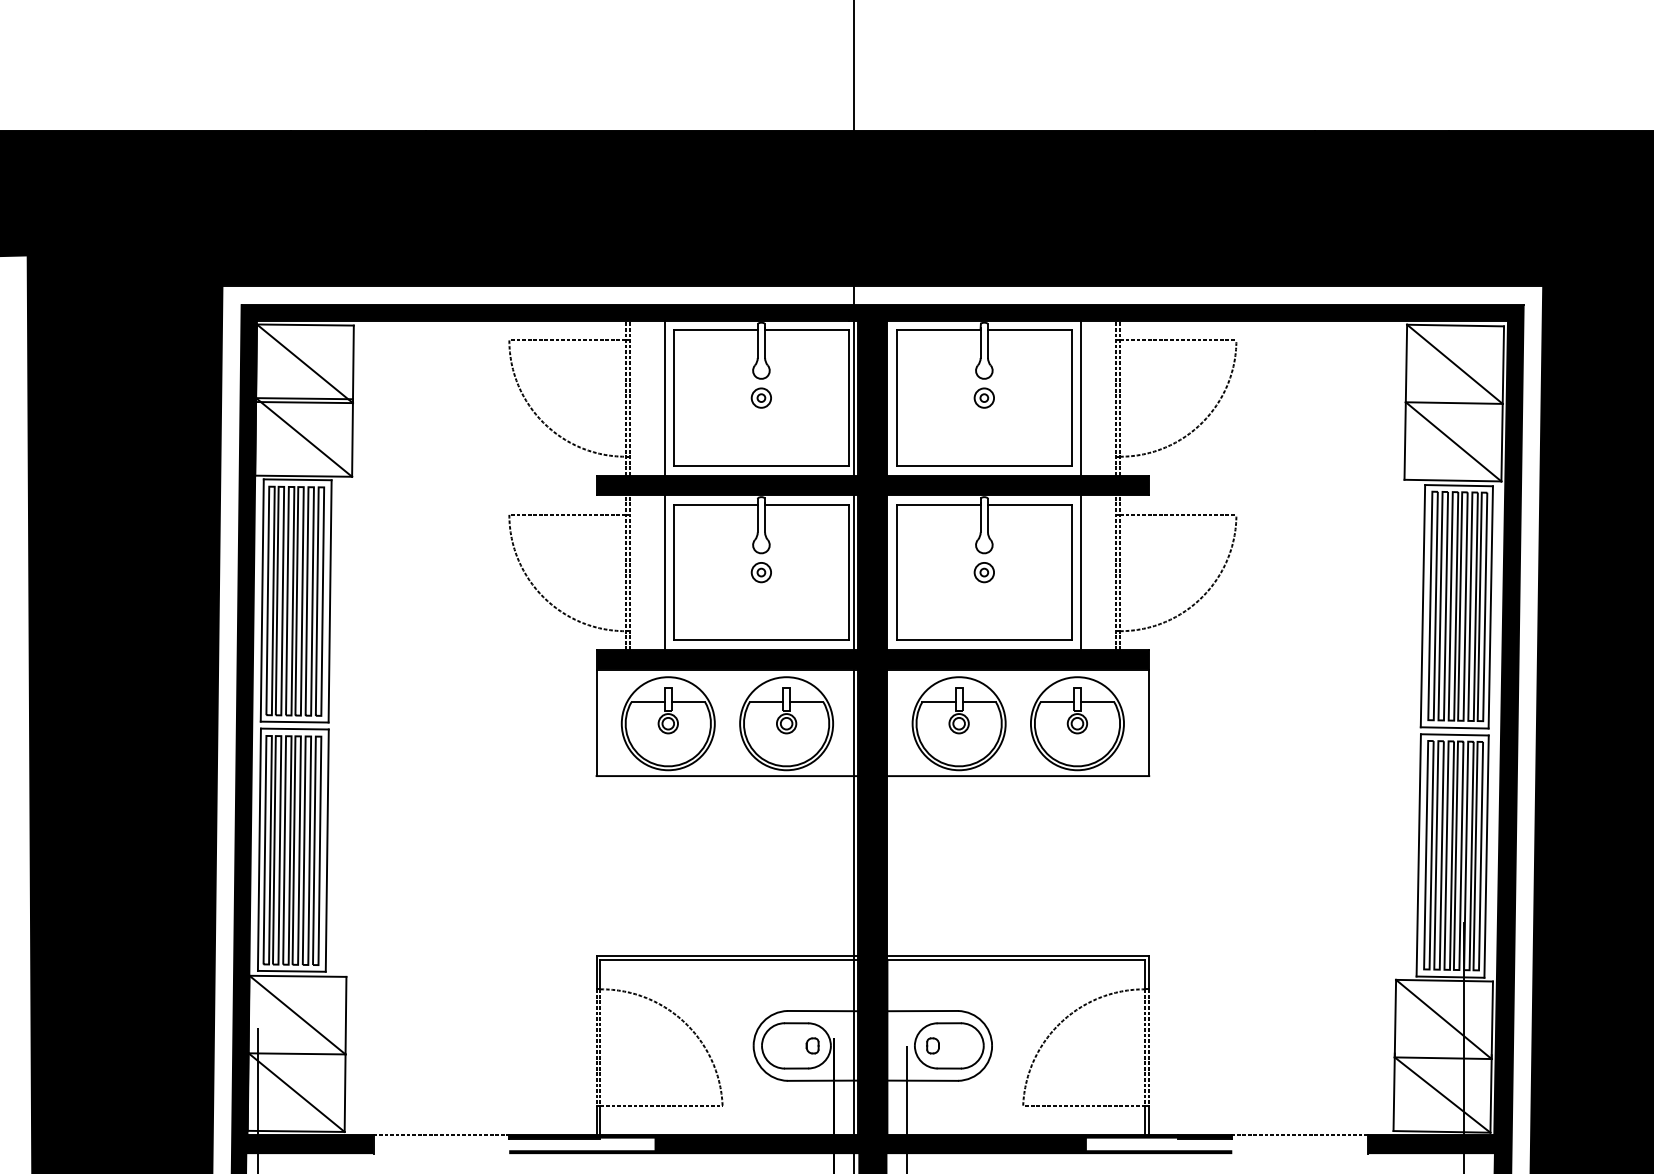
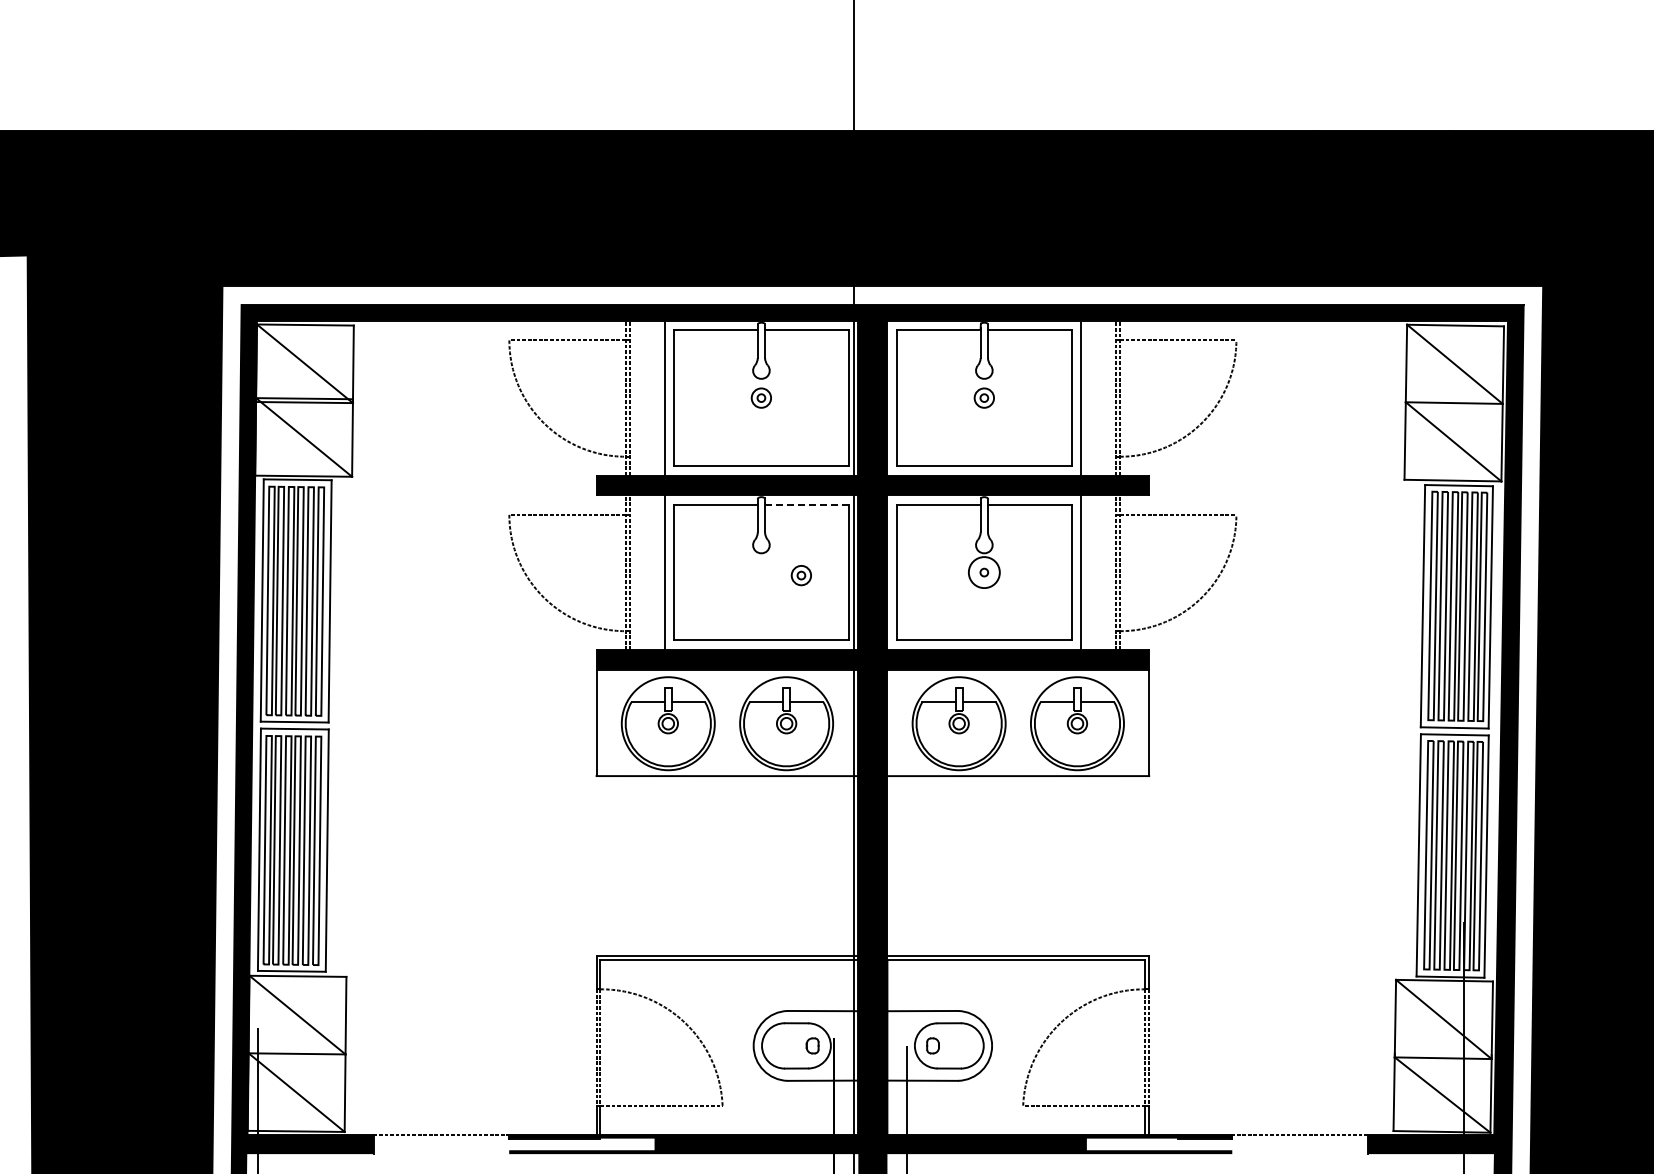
line at (806, 504): solid -> dashed
part at (760, 572) position: (760, 572) -> (800, 575)
circle at (984, 572) diameter: 19 px -> 31 px
